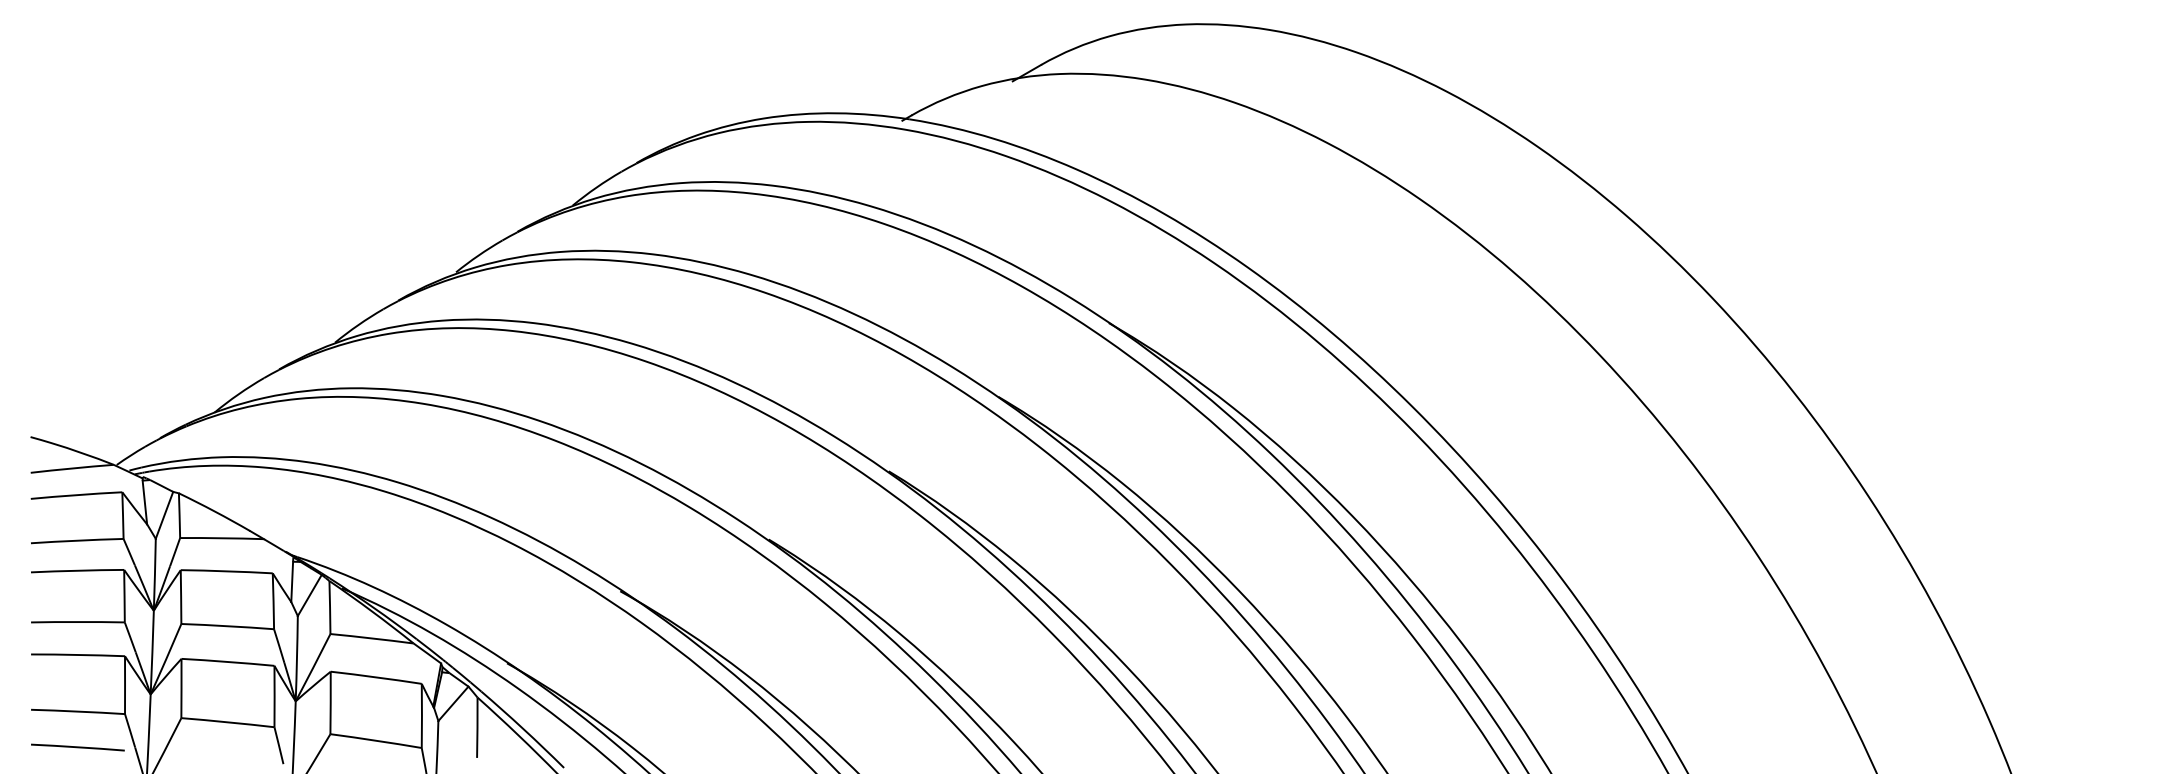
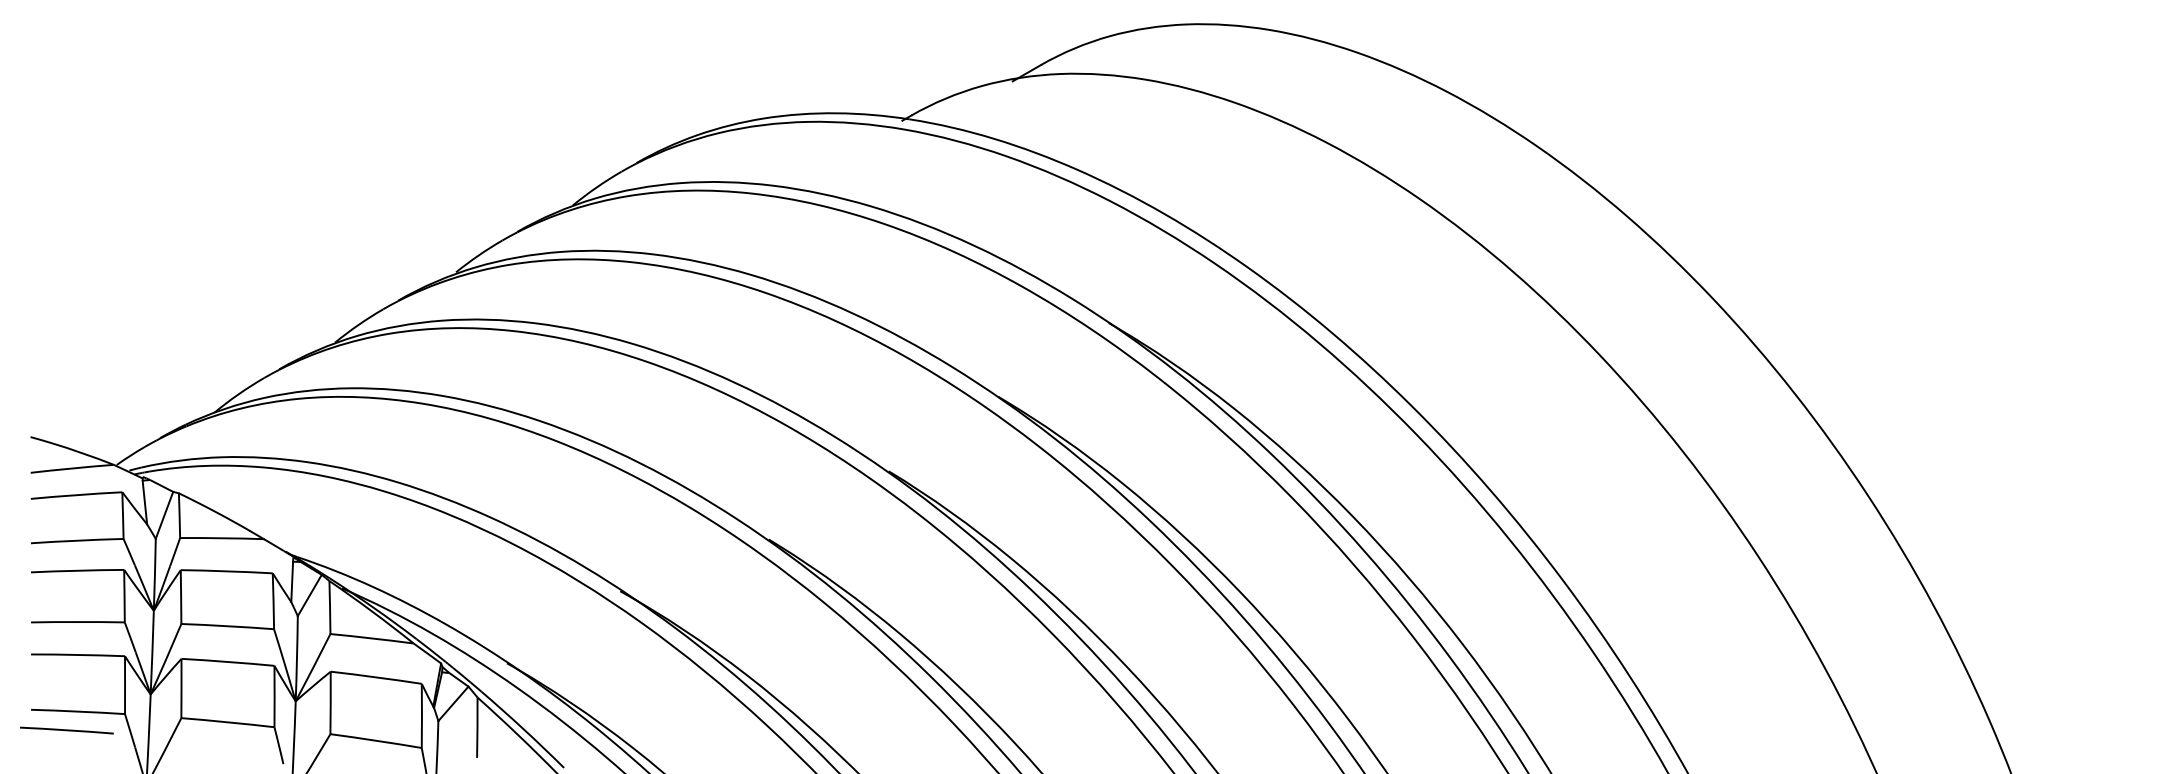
line at (77, 747) position: (77, 747) -> (66, 730)
